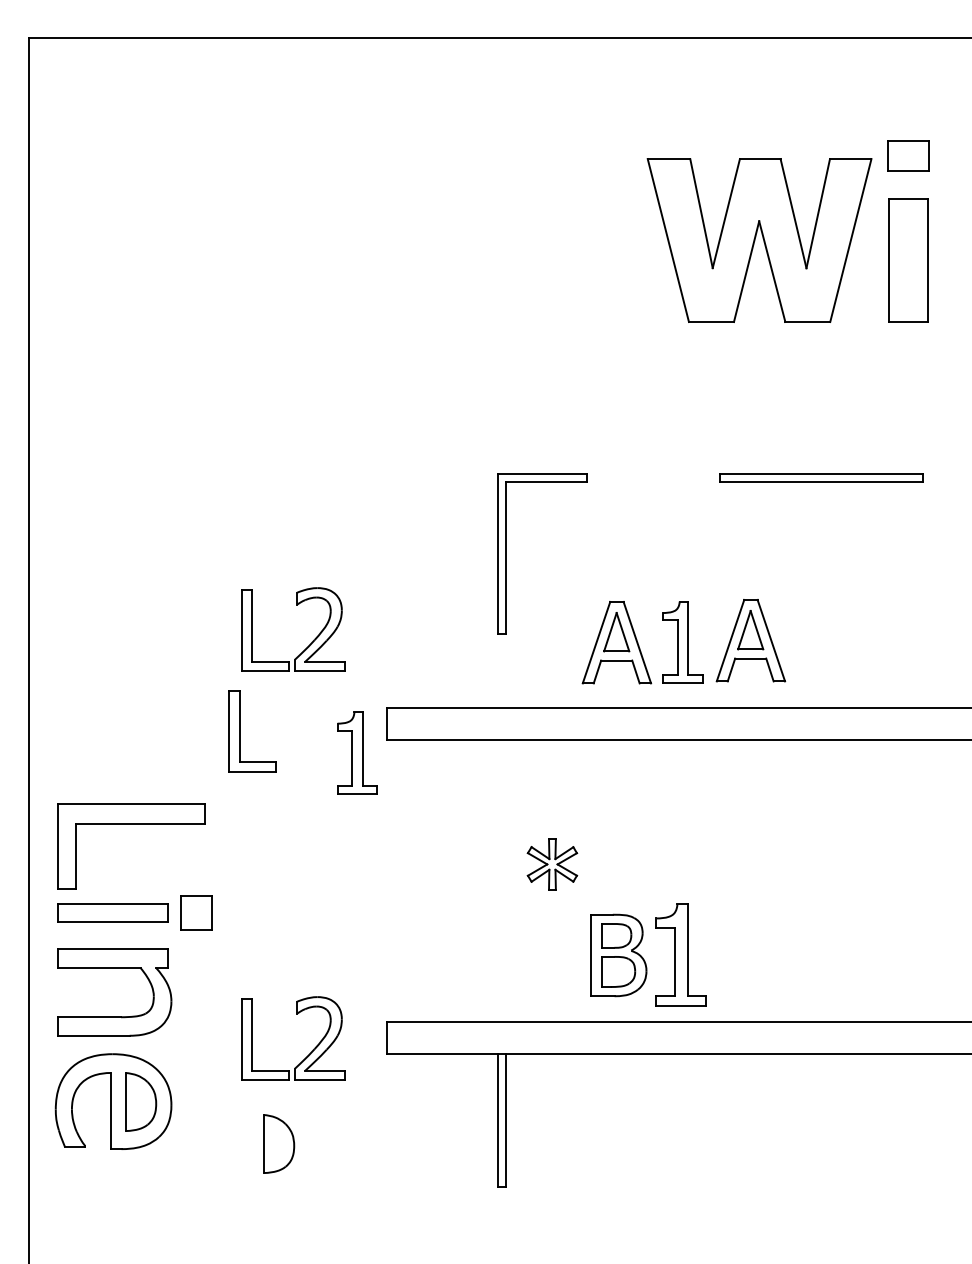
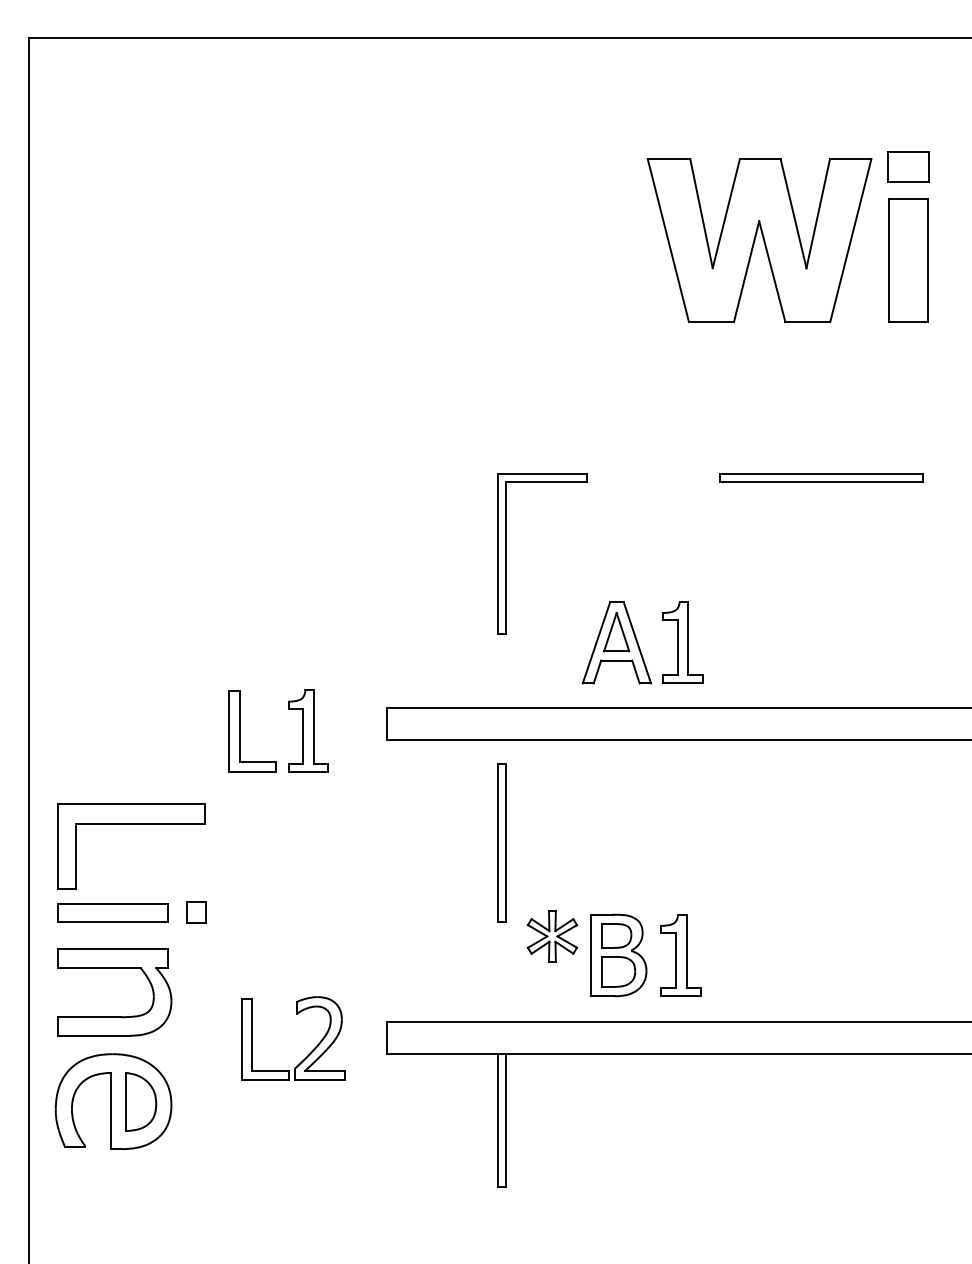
part at (908, 155) position: (908, 155) -> (908, 166)
part at (750, 640): present -> none
part at (309, 644): present -> none
part at (357, 752) position: (357, 752) -> (308, 730)
part at (501, 842): none -> present
part at (552, 864) position: (552, 864) -> (552, 936)
part at (196, 912) size: 33x36 px -> 21x23 px
part at (680, 954) size: 52x104 px -> 42x83 px
part at (279, 1143): present -> none
